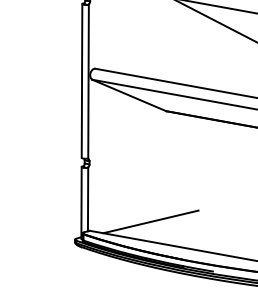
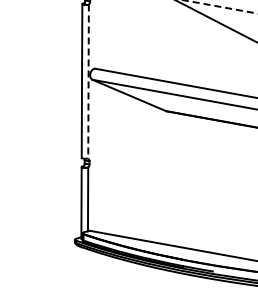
line at (220, 6): solid -> dashed
line at (88, 82): solid -> dashed
line at (150, 221): present -> none
